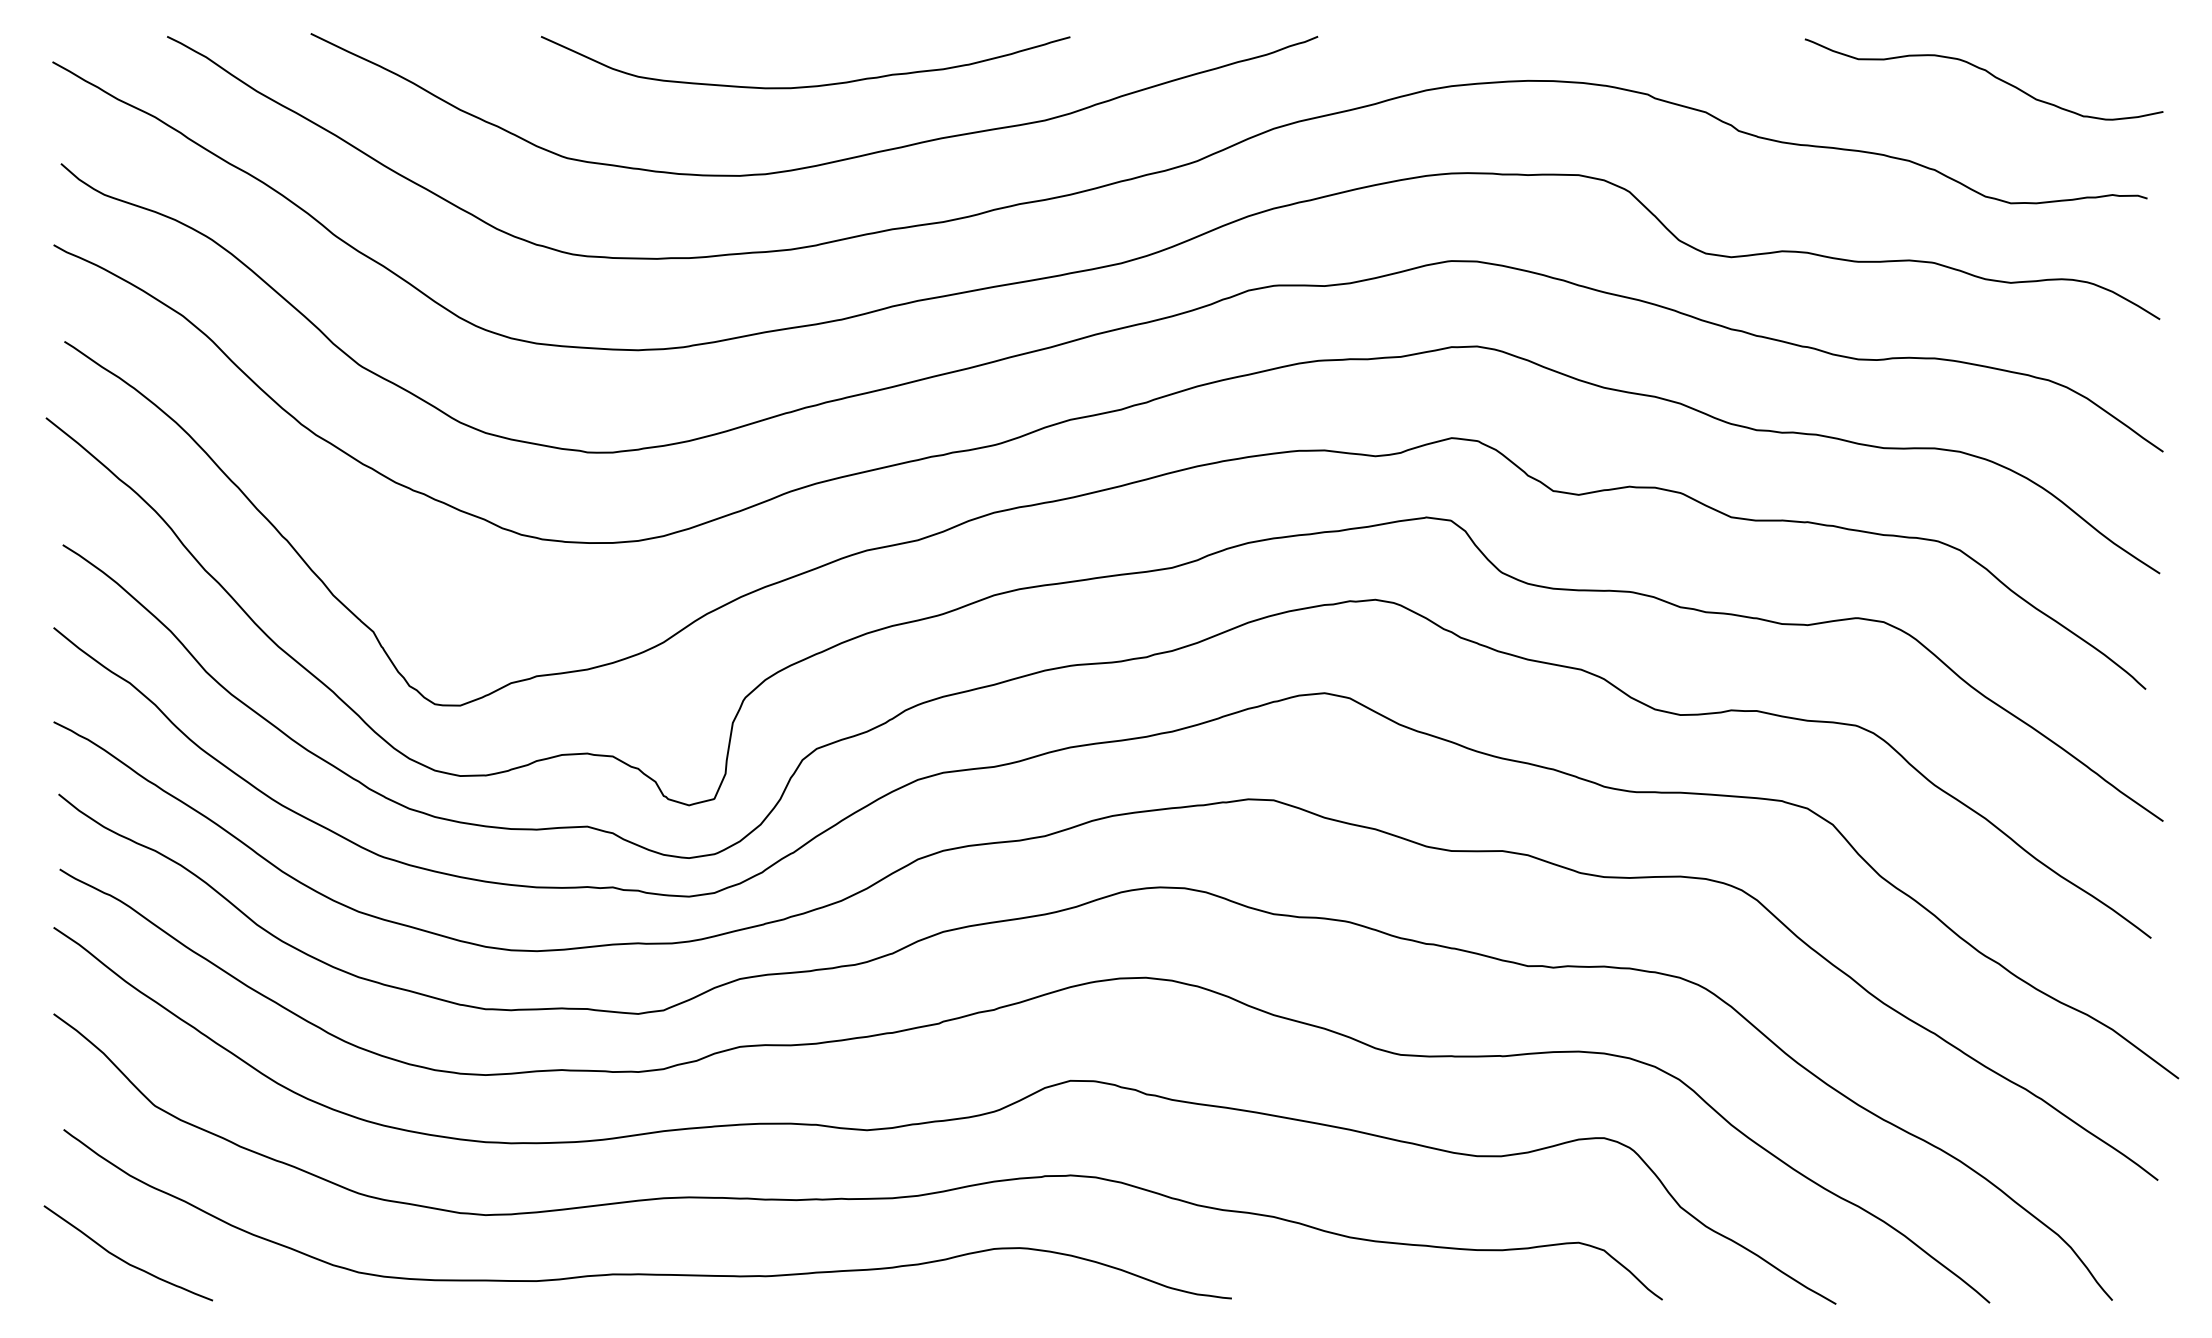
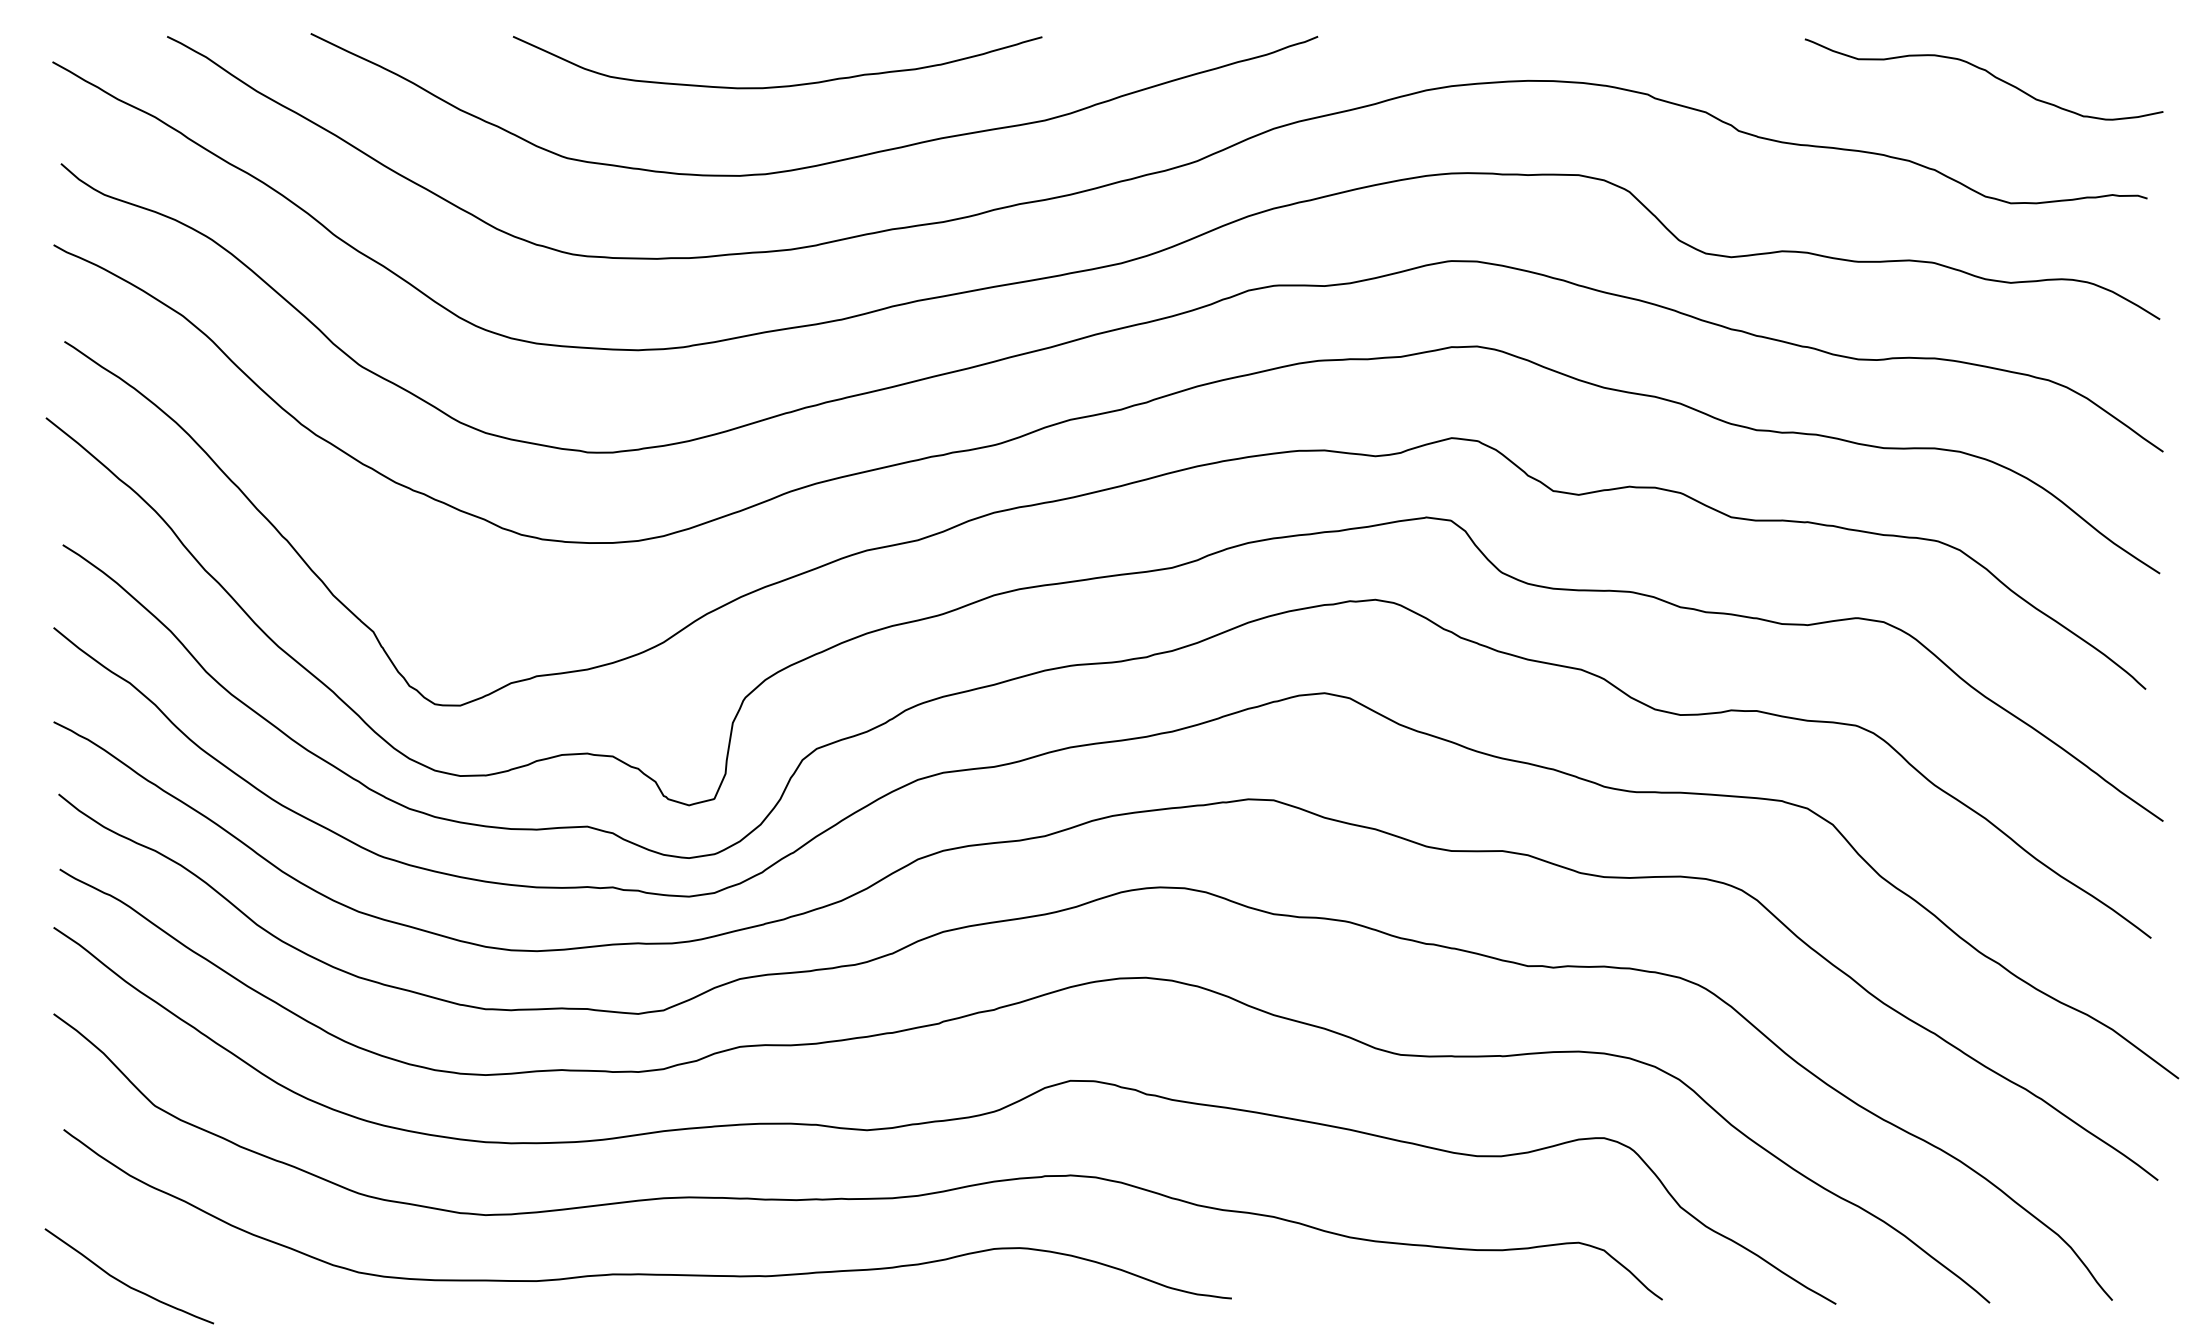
curve at (809, 85) position: (809, 85) -> (781, 85)
curve at (123, 1259) position: (123, 1259) -> (124, 1282)
